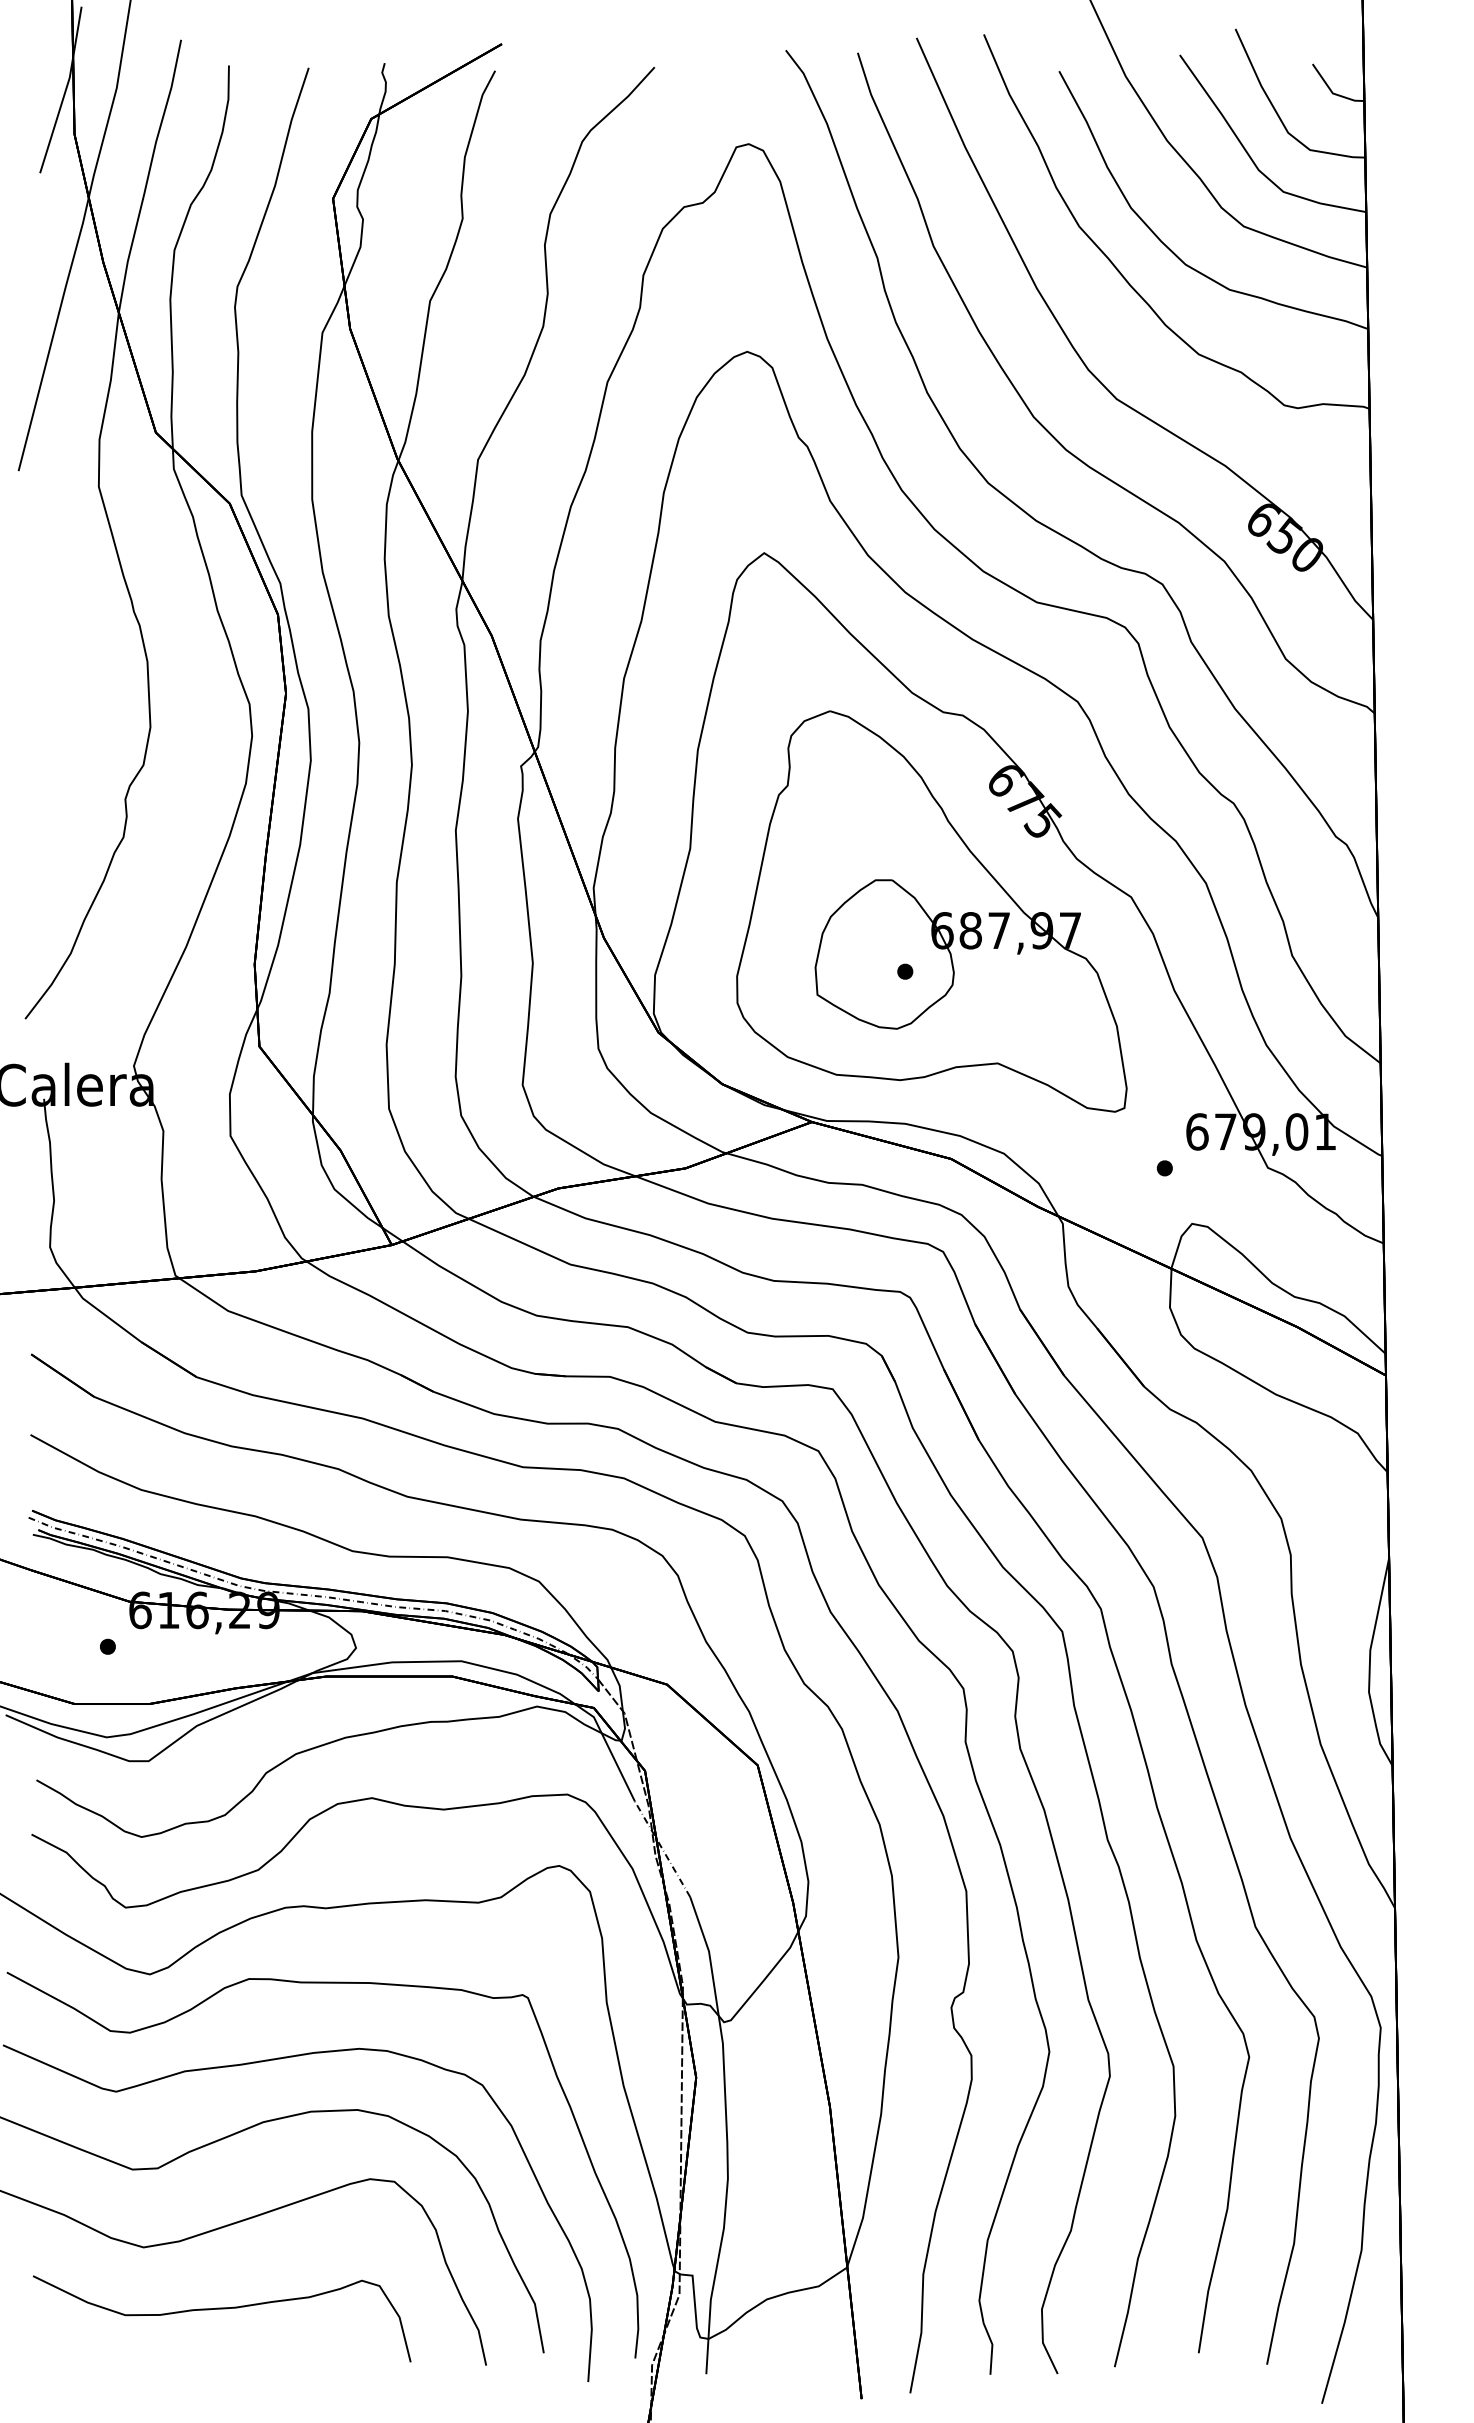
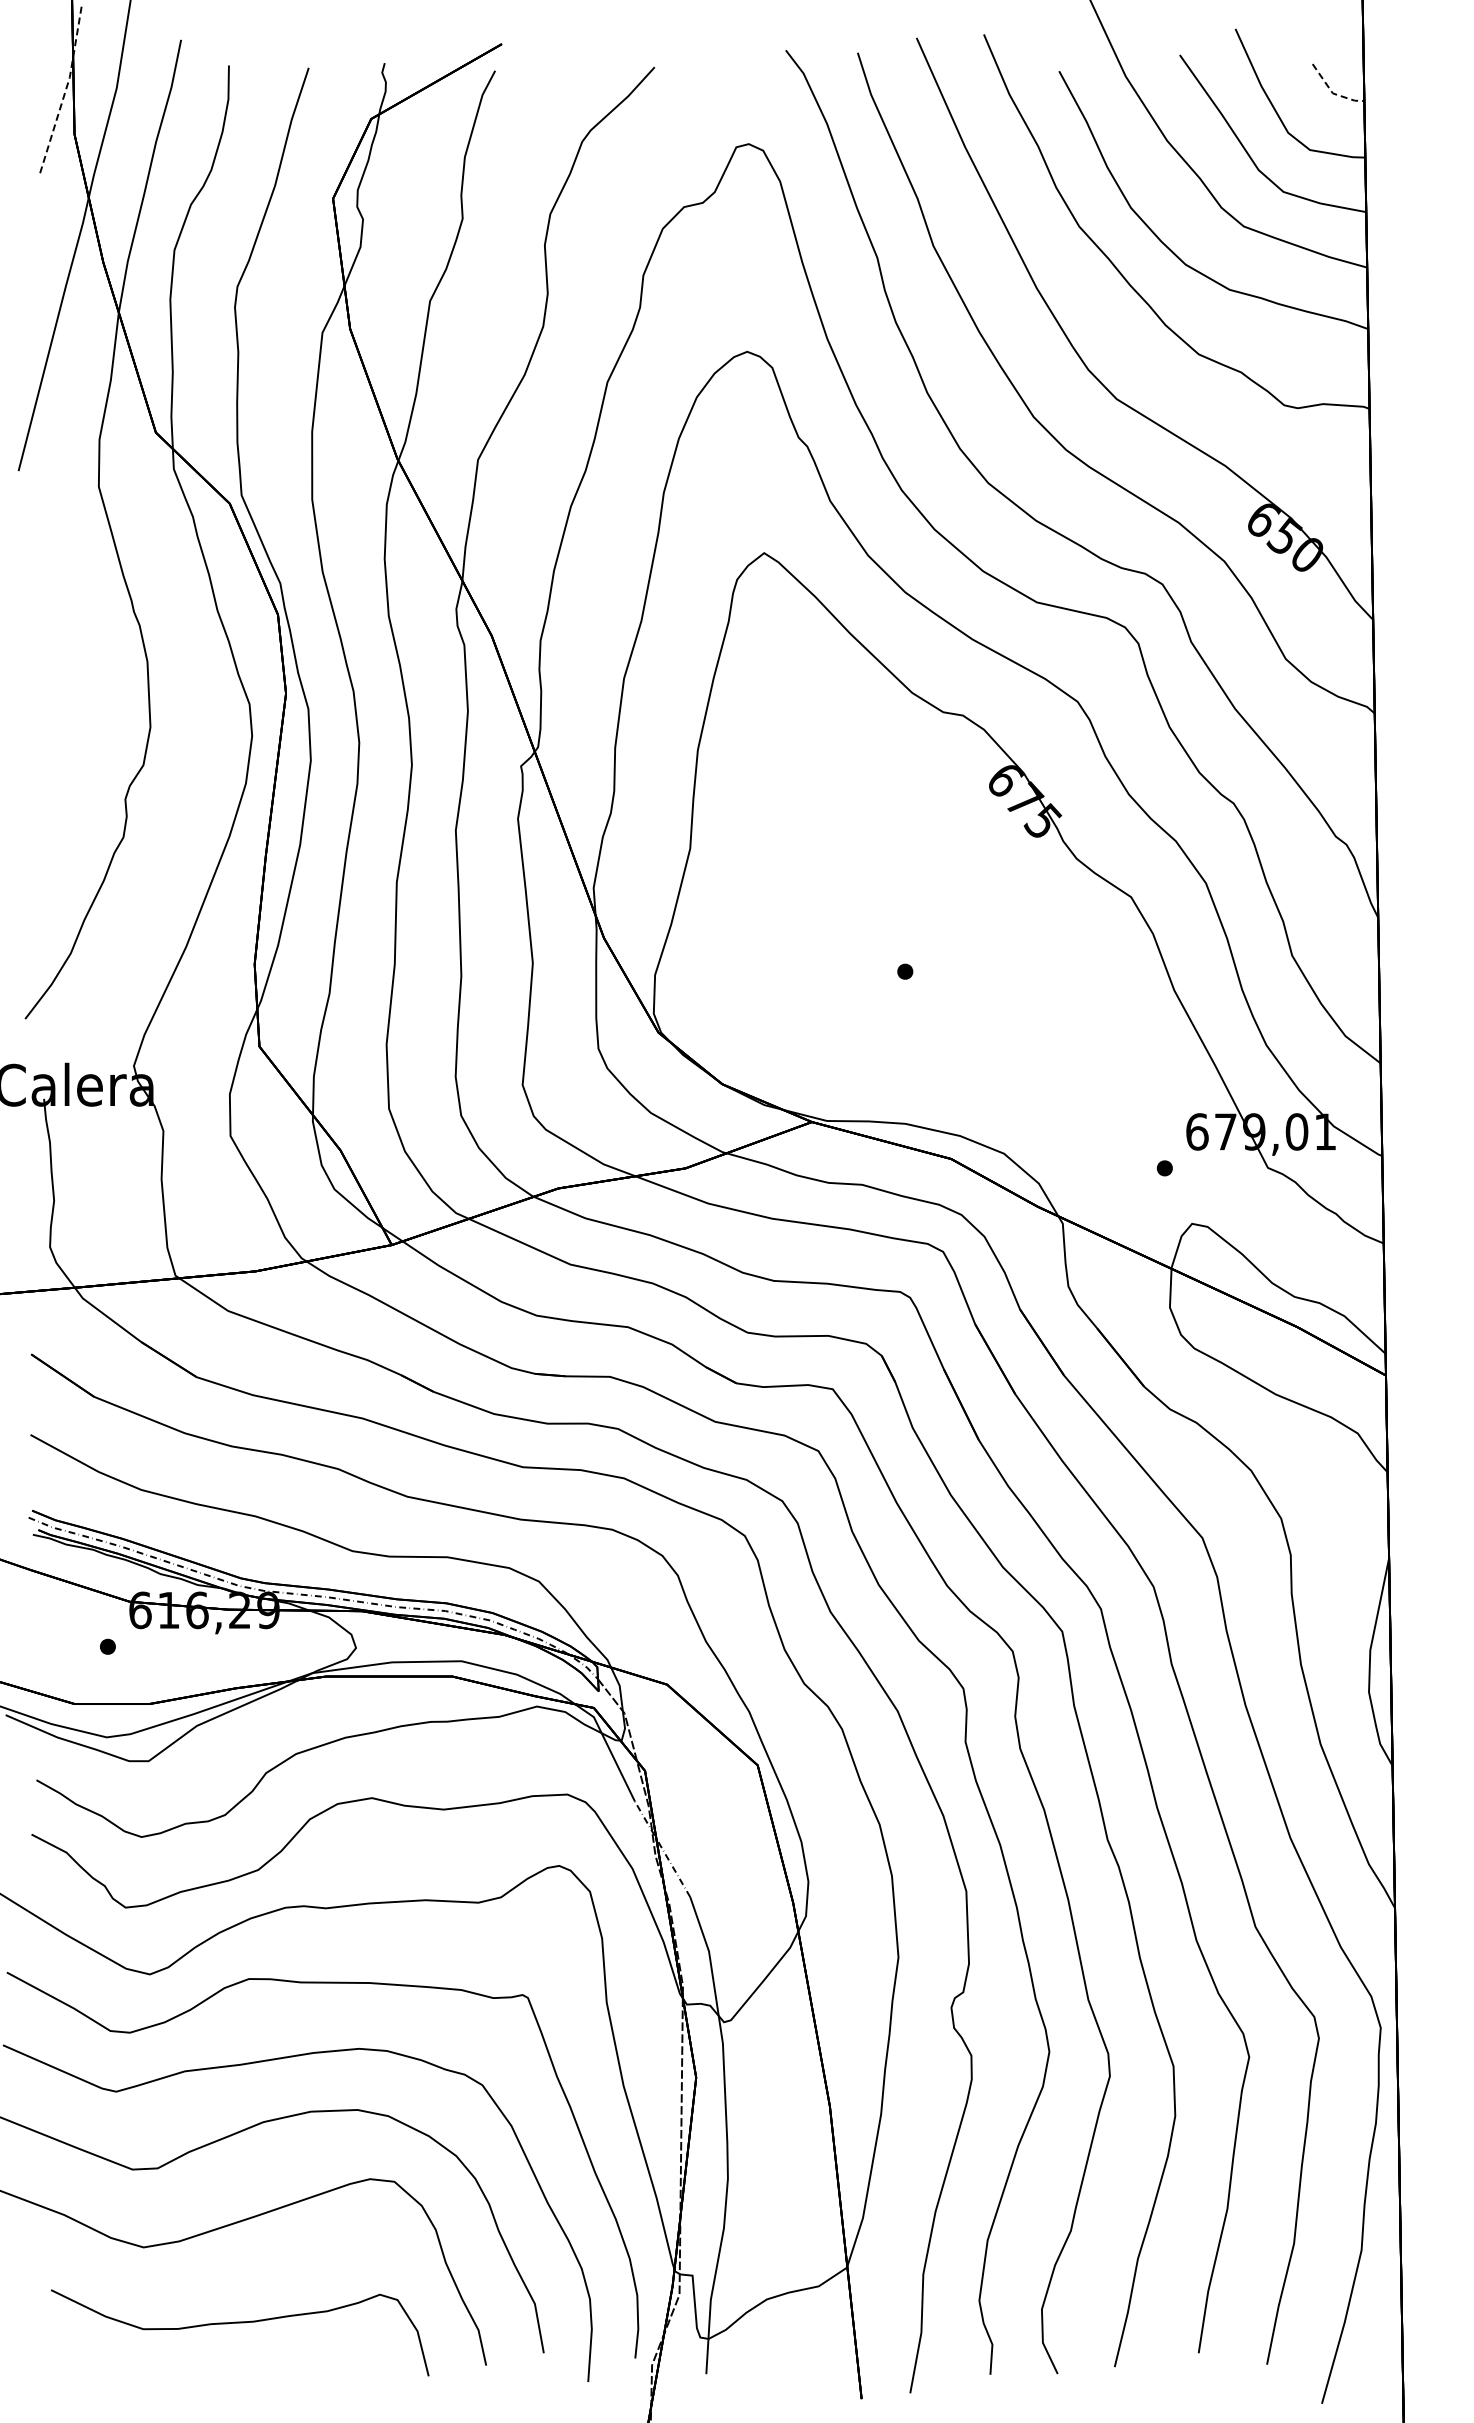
line at (65, 90): solid -> dashed
line at (1332, 93): solid -> dashed
part at (931, 911): present -> none
curve at (221, 2309) position: (221, 2309) -> (239, 2323)
